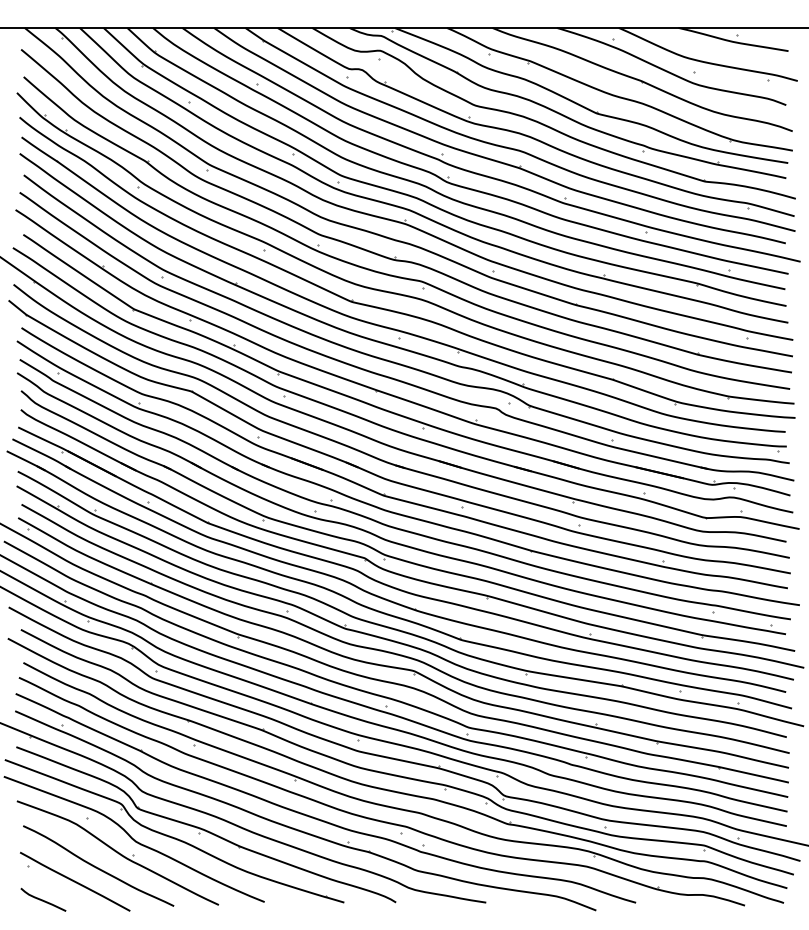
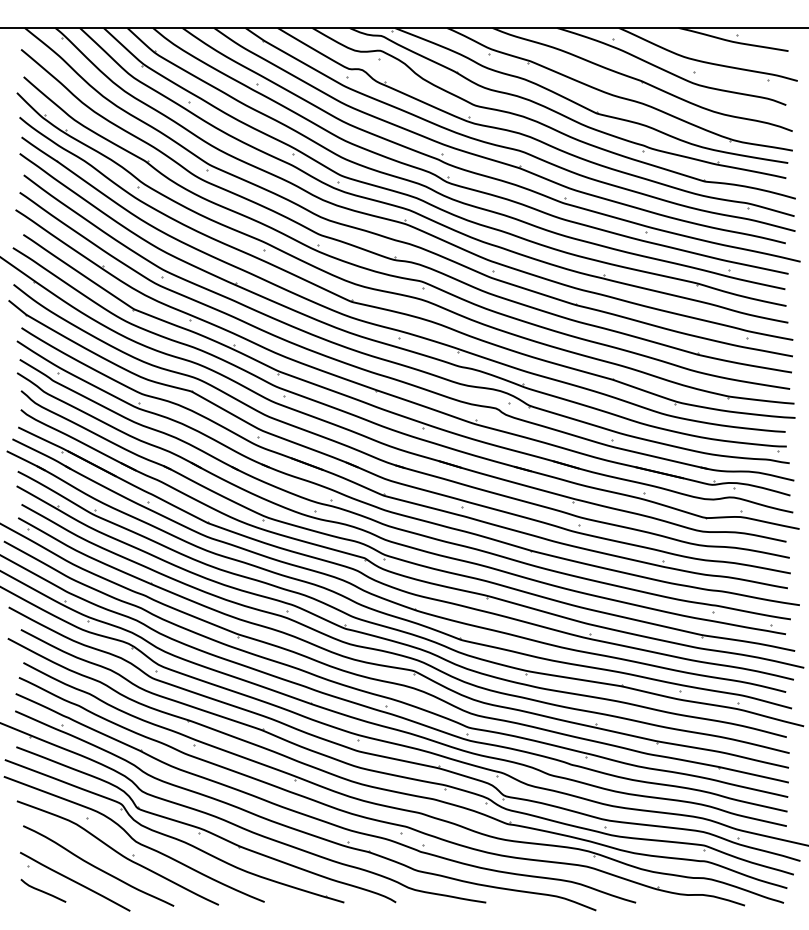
curve at (42, 899) position: (42, 899) -> (42, 890)
